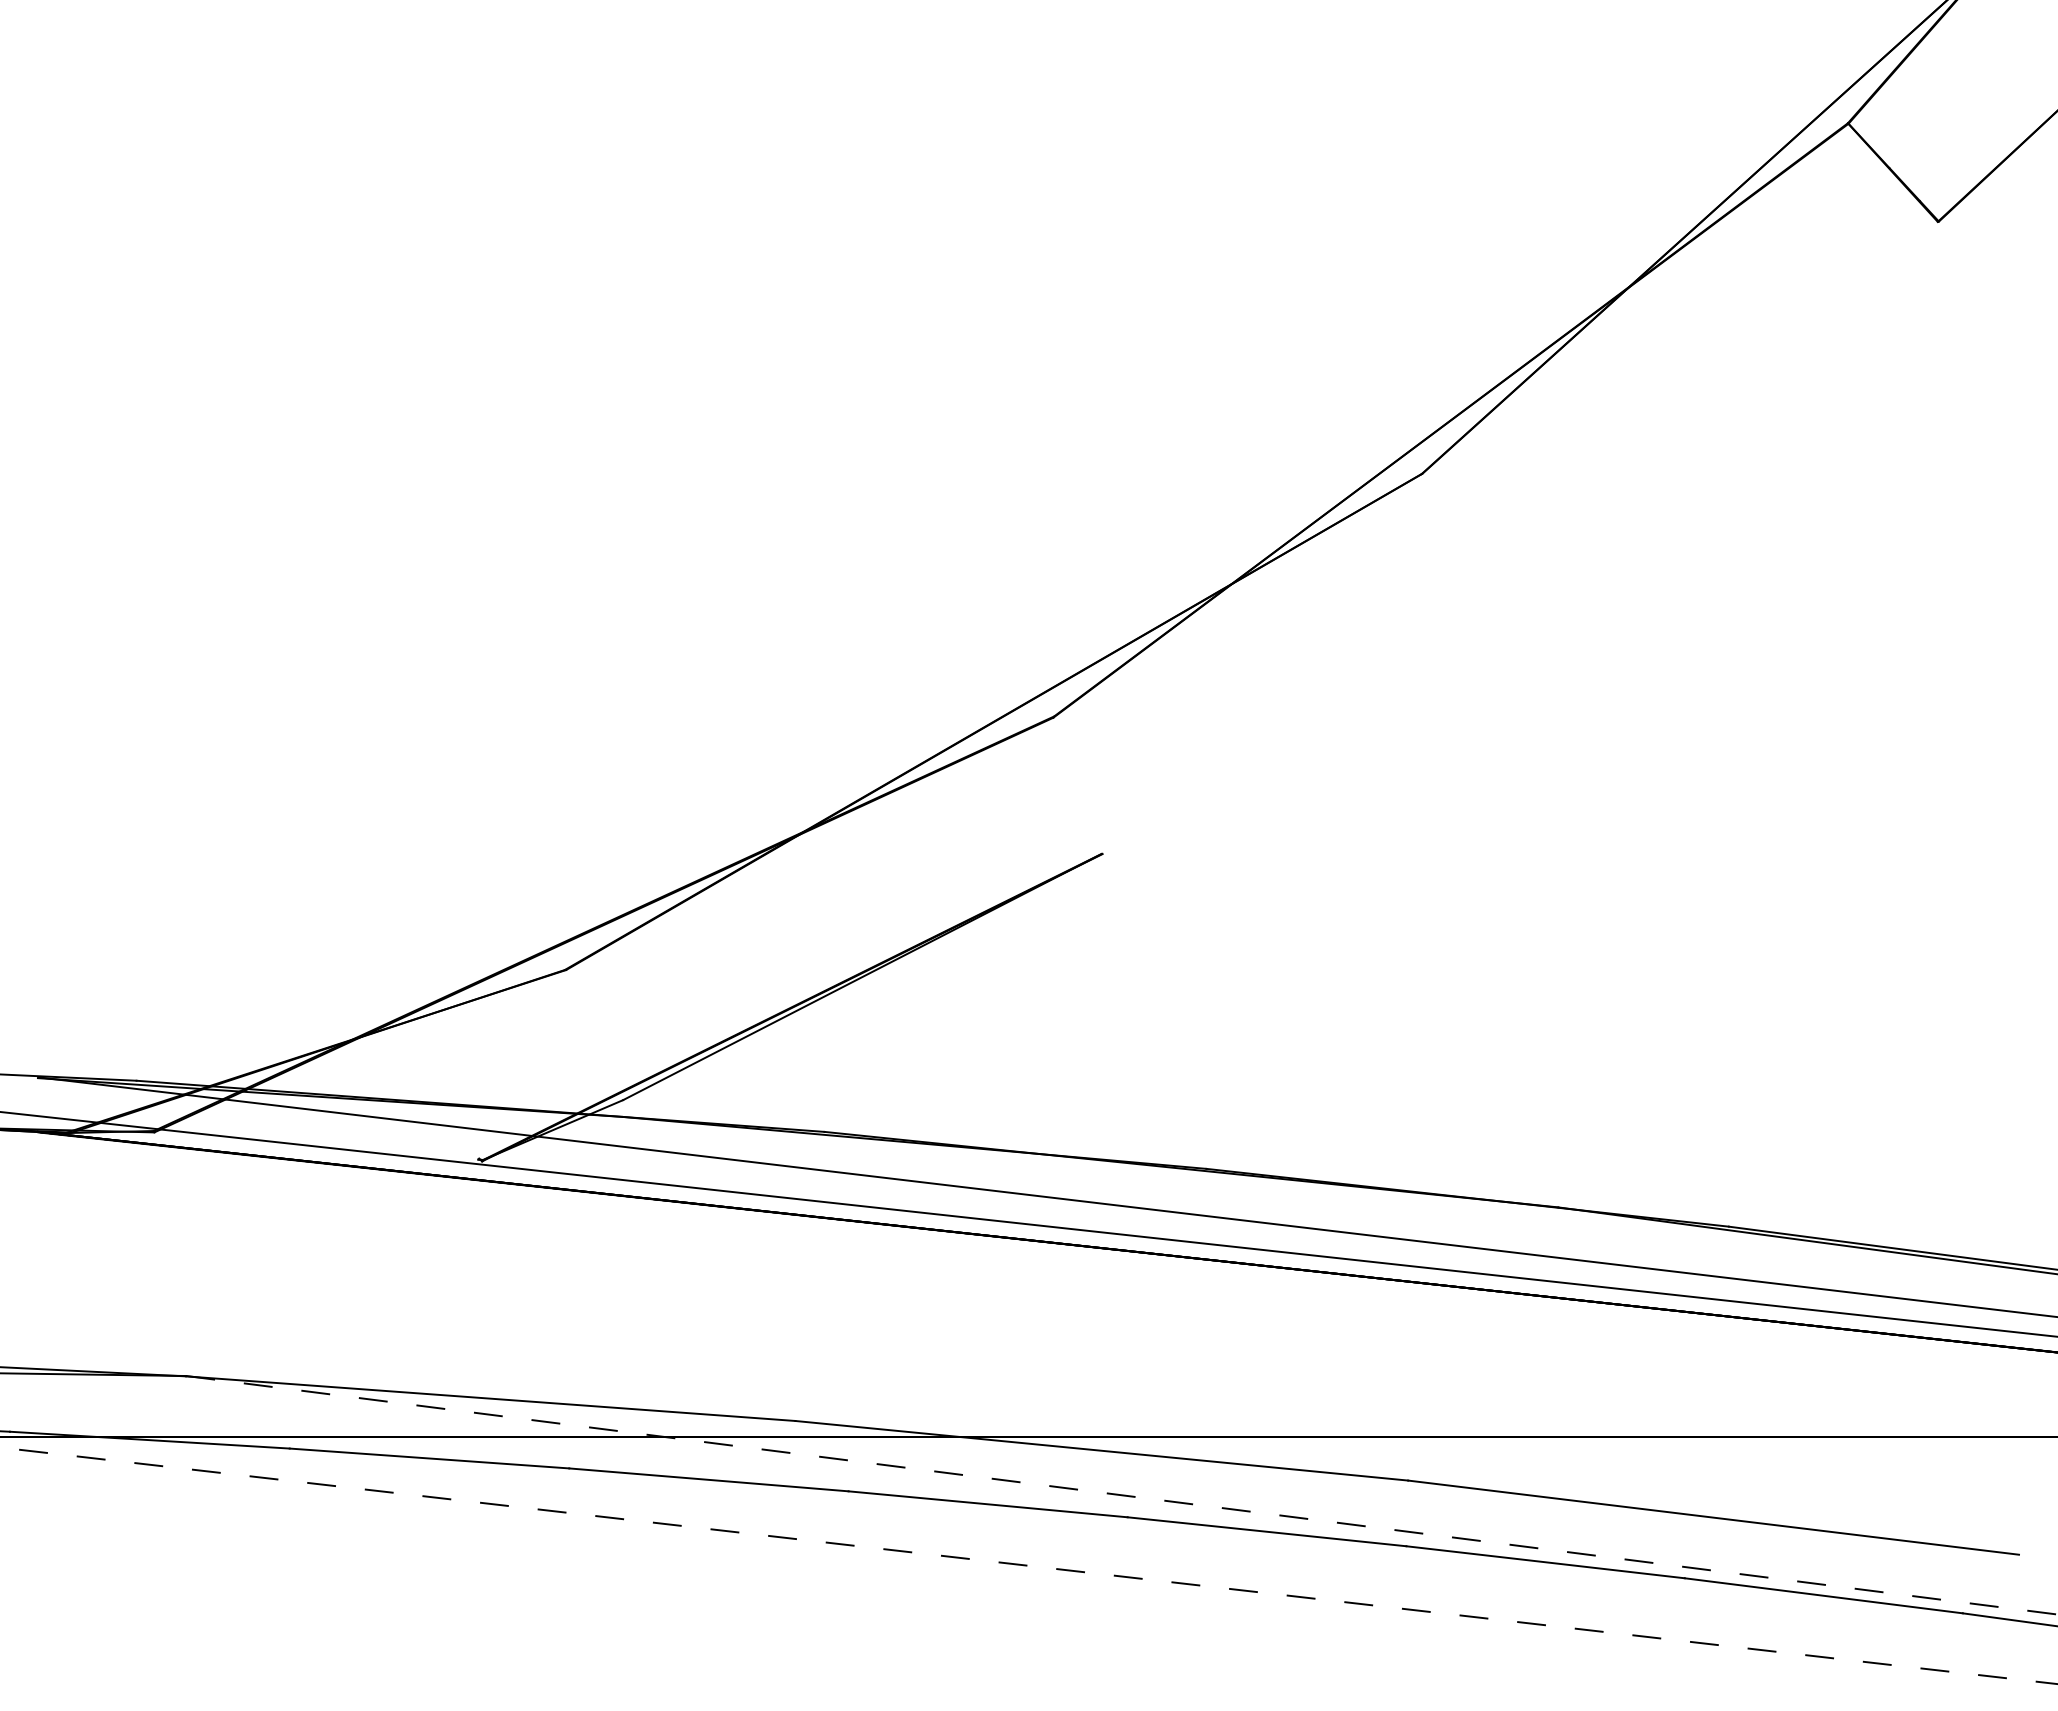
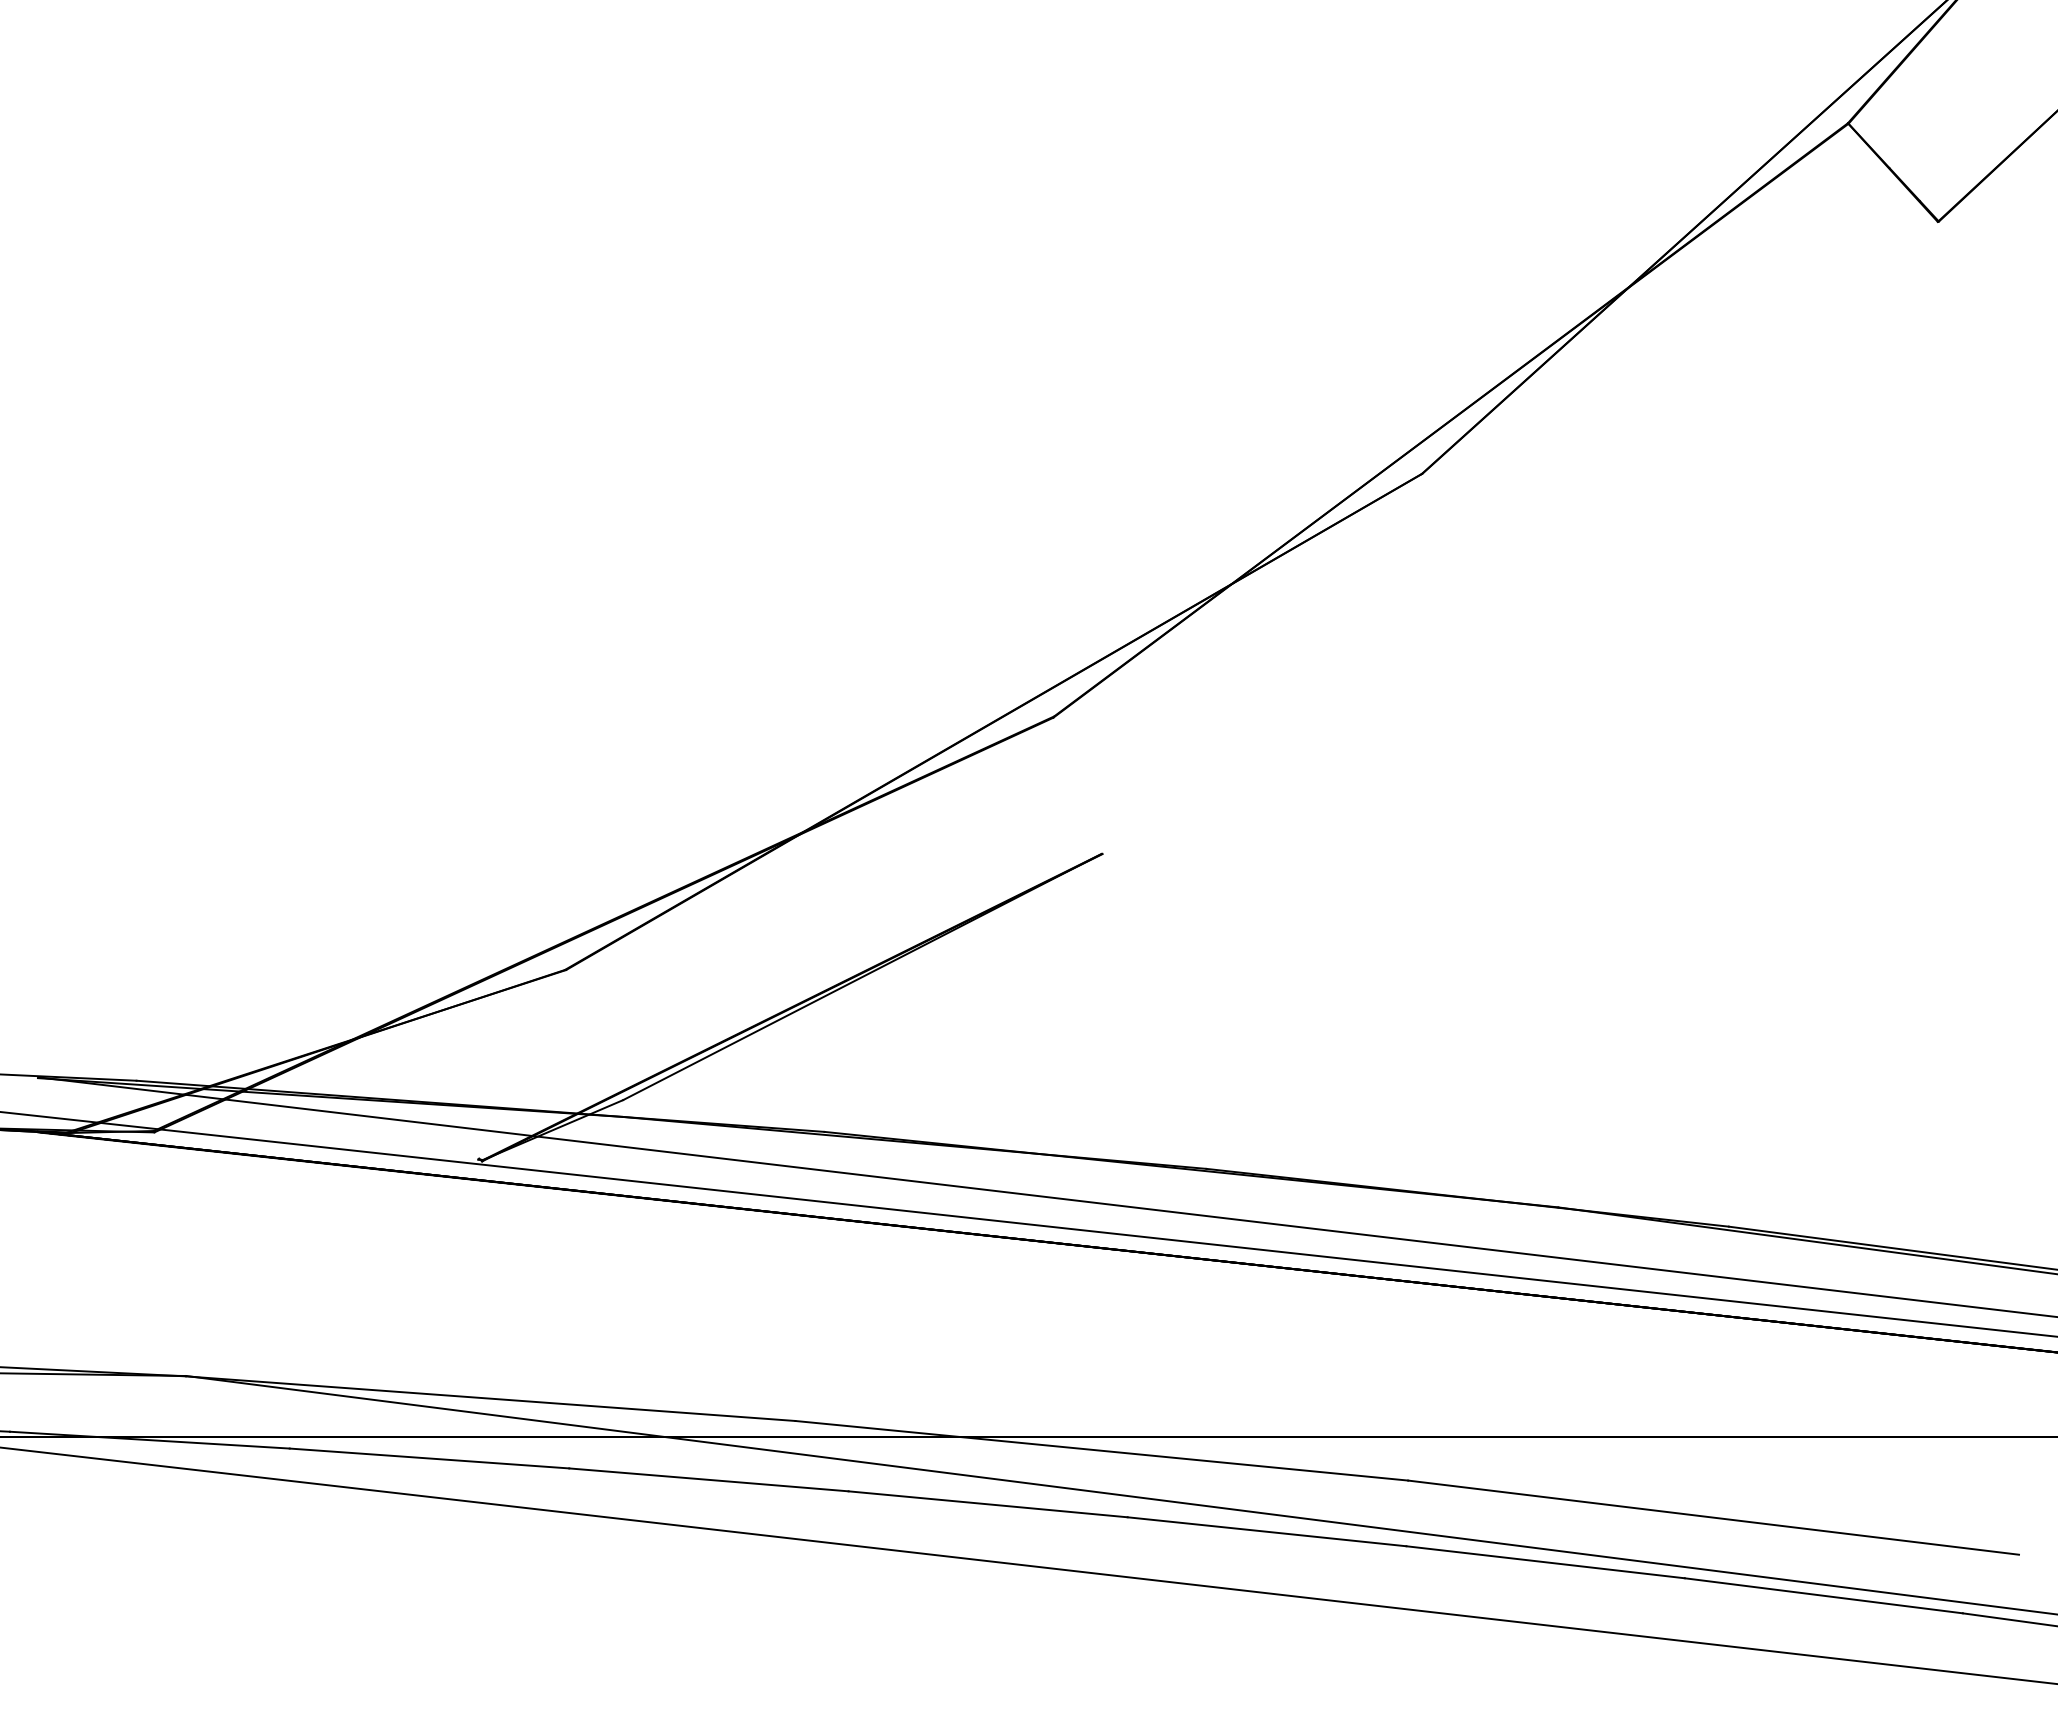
line at (1122, 1495): dashed -> solid
line at (1029, 1565): dashed -> solid
